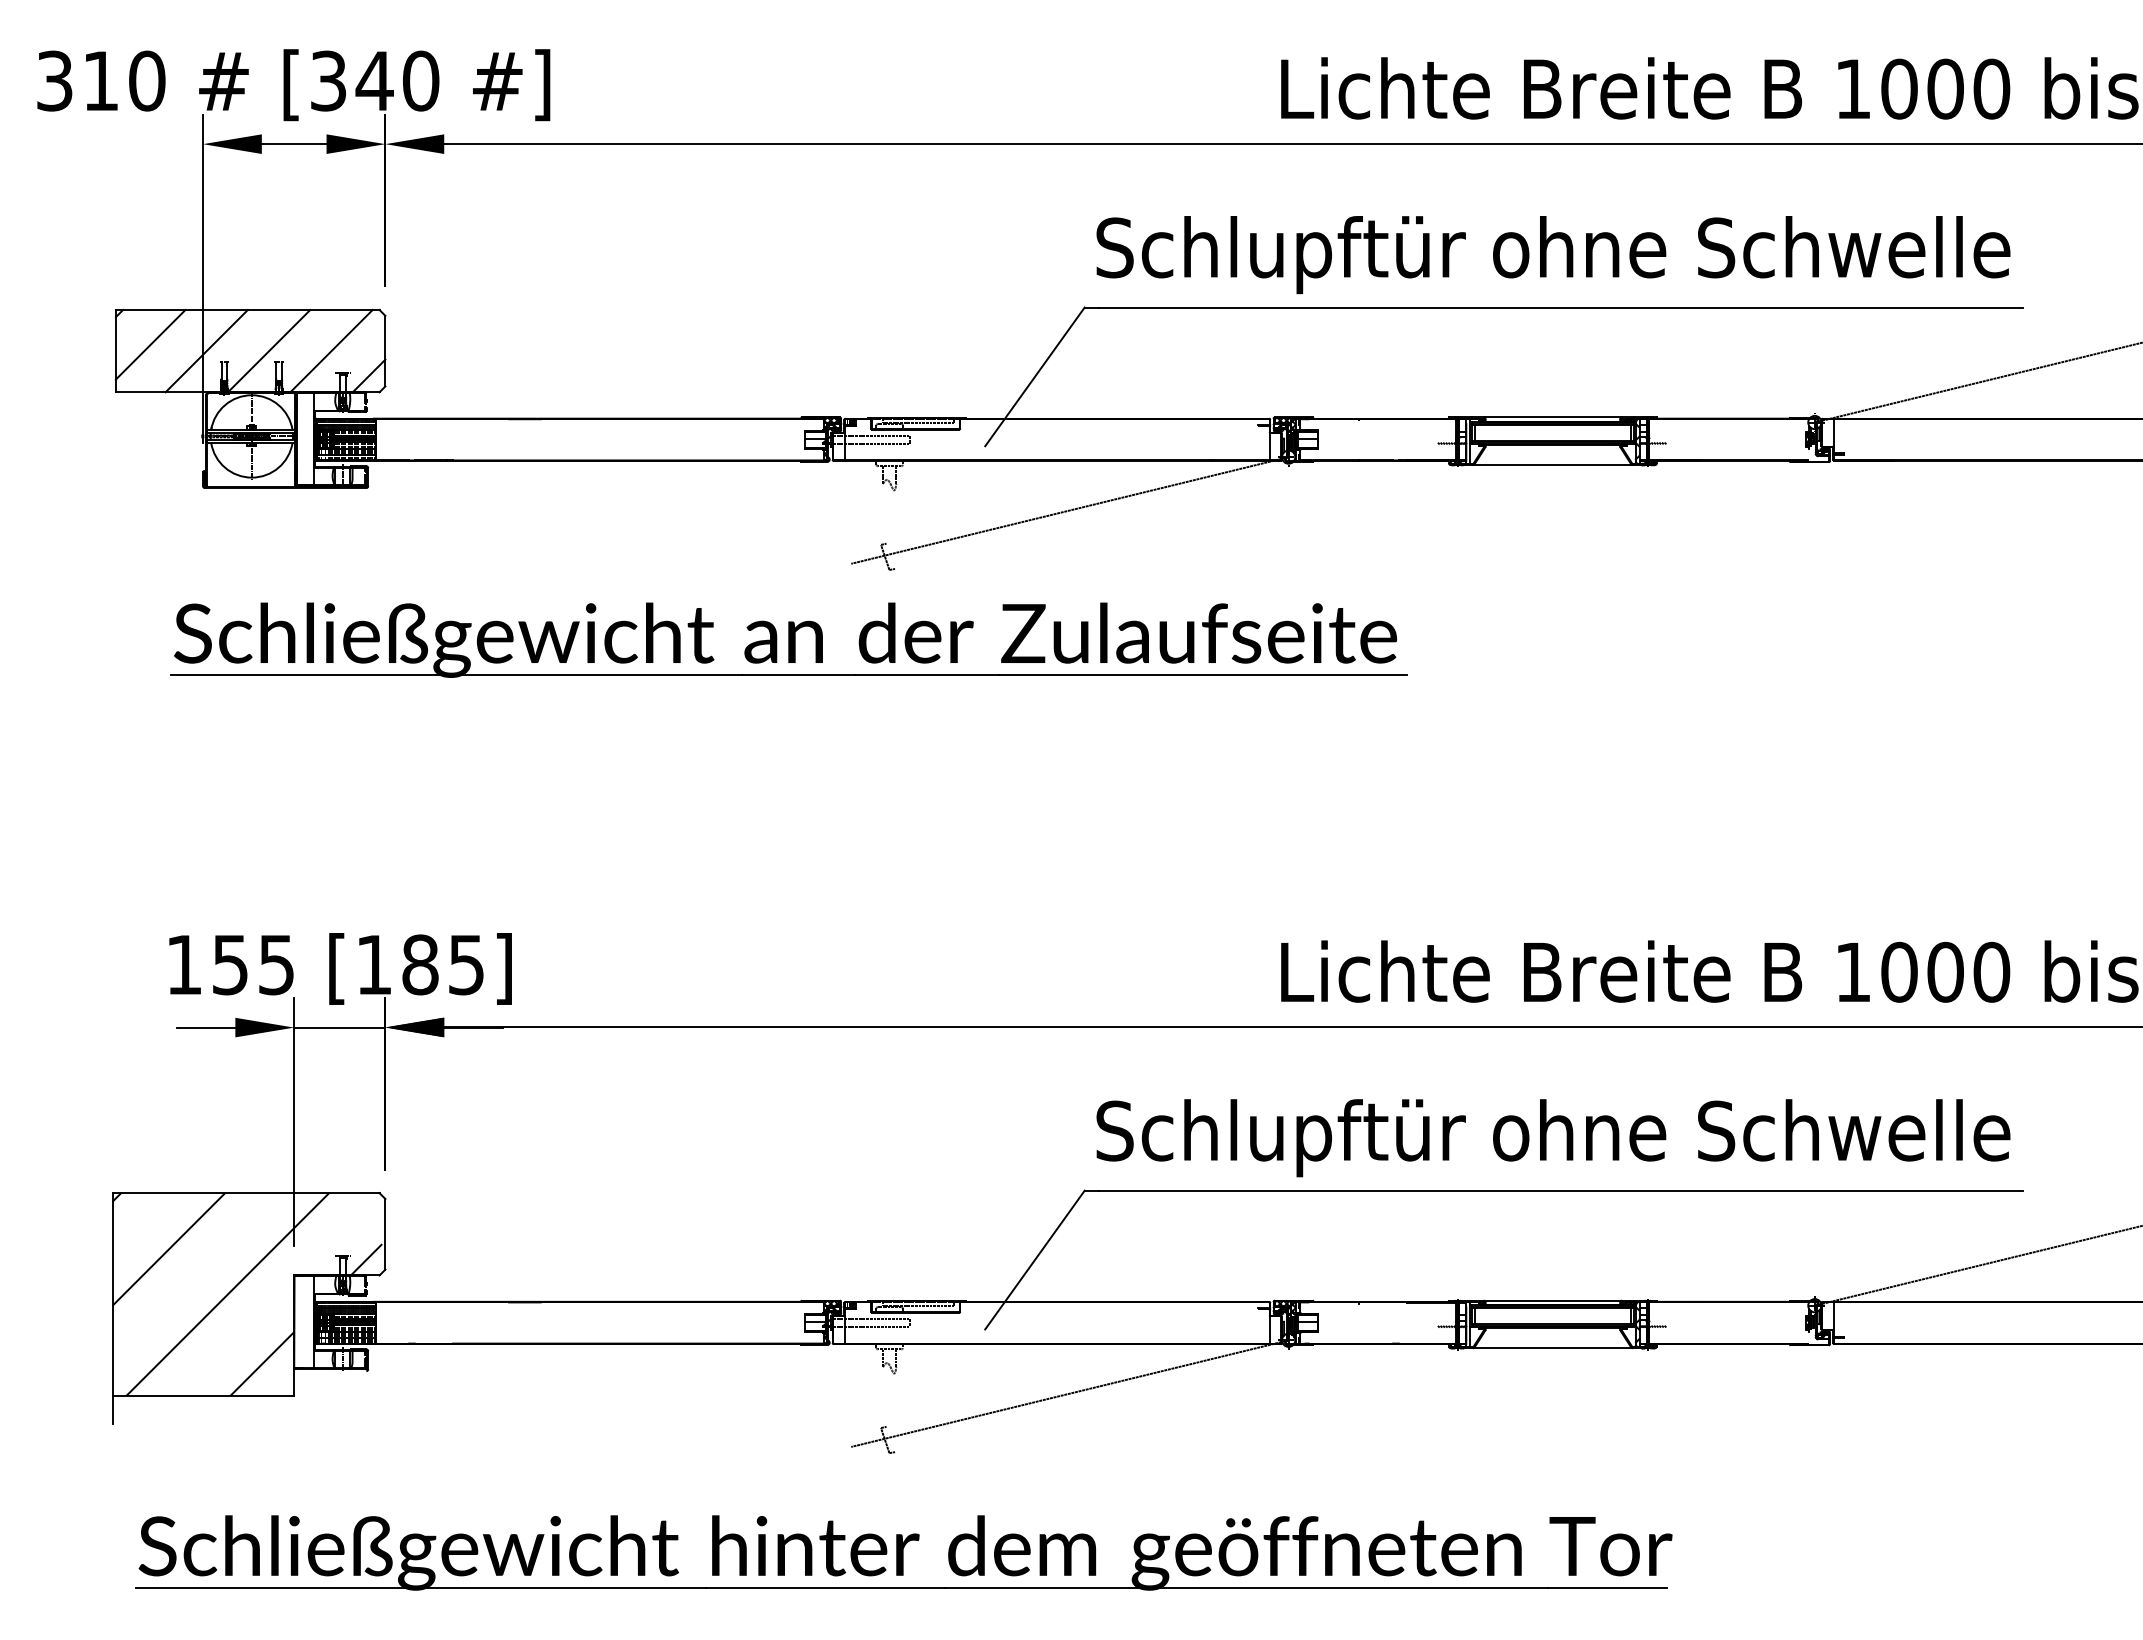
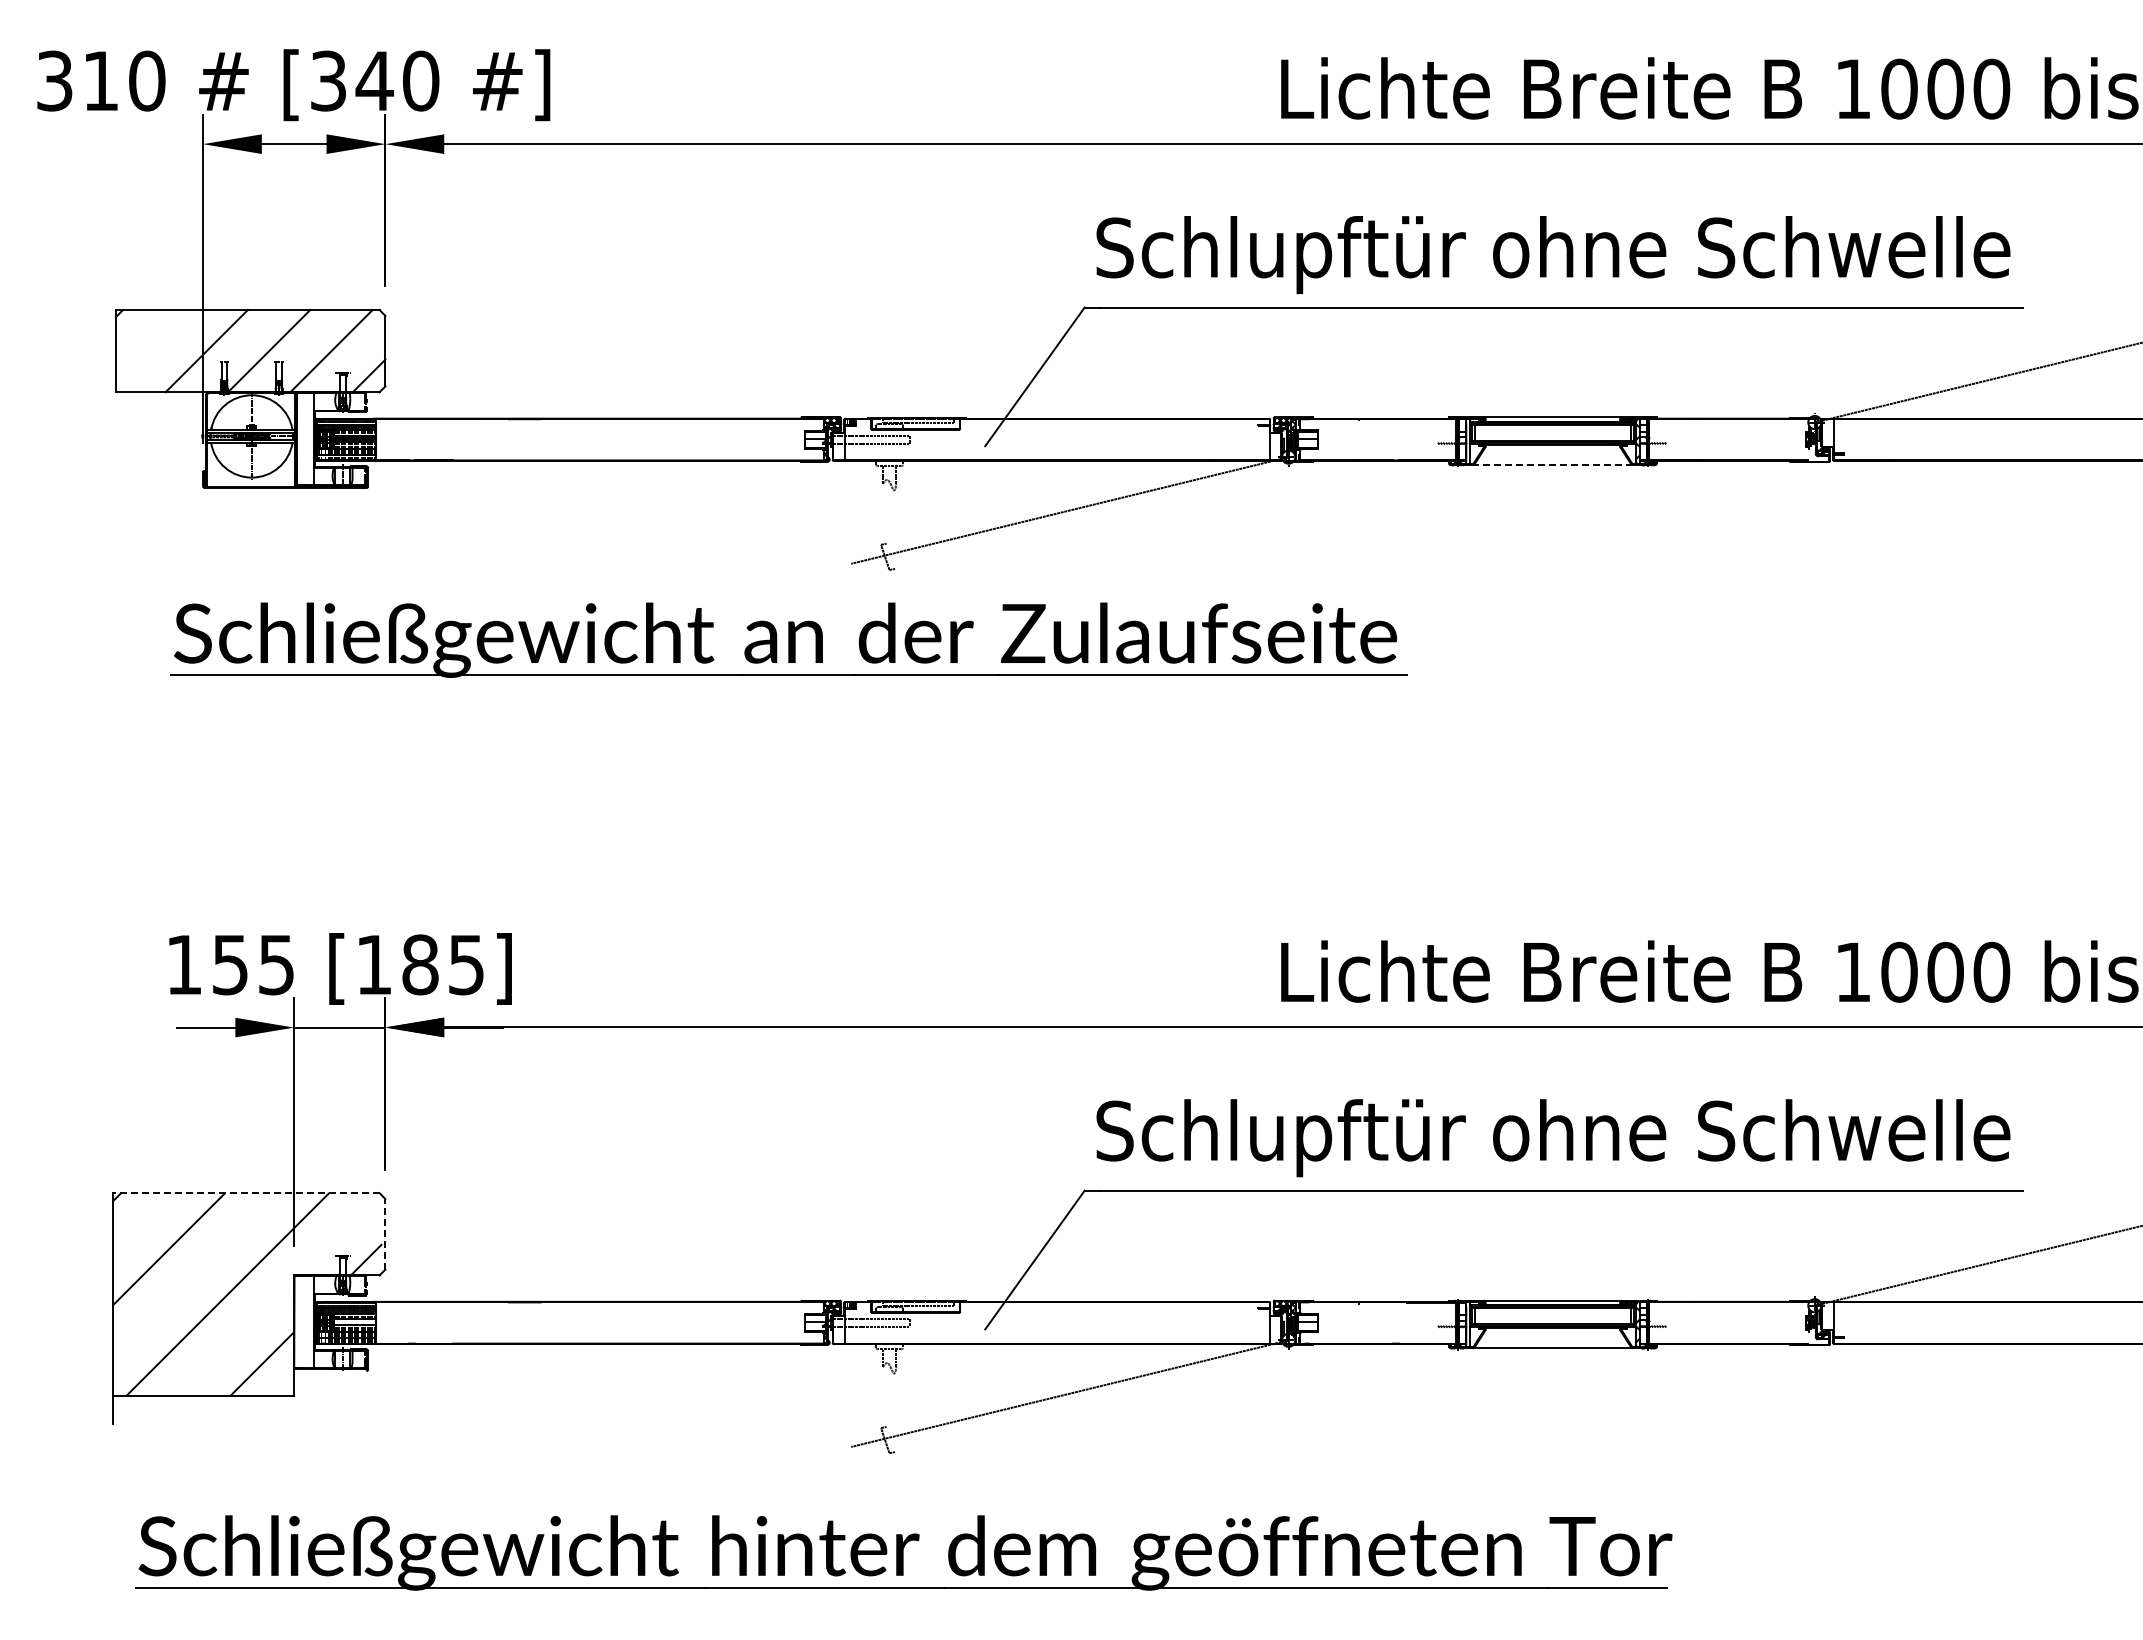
line at (150, 344): present -> none
line at (1552, 465): solid -> dashed
line at (245, 1193): solid -> dashed
line at (385, 1233): solid -> dashed
hatch at (354, 1322): present -> none
